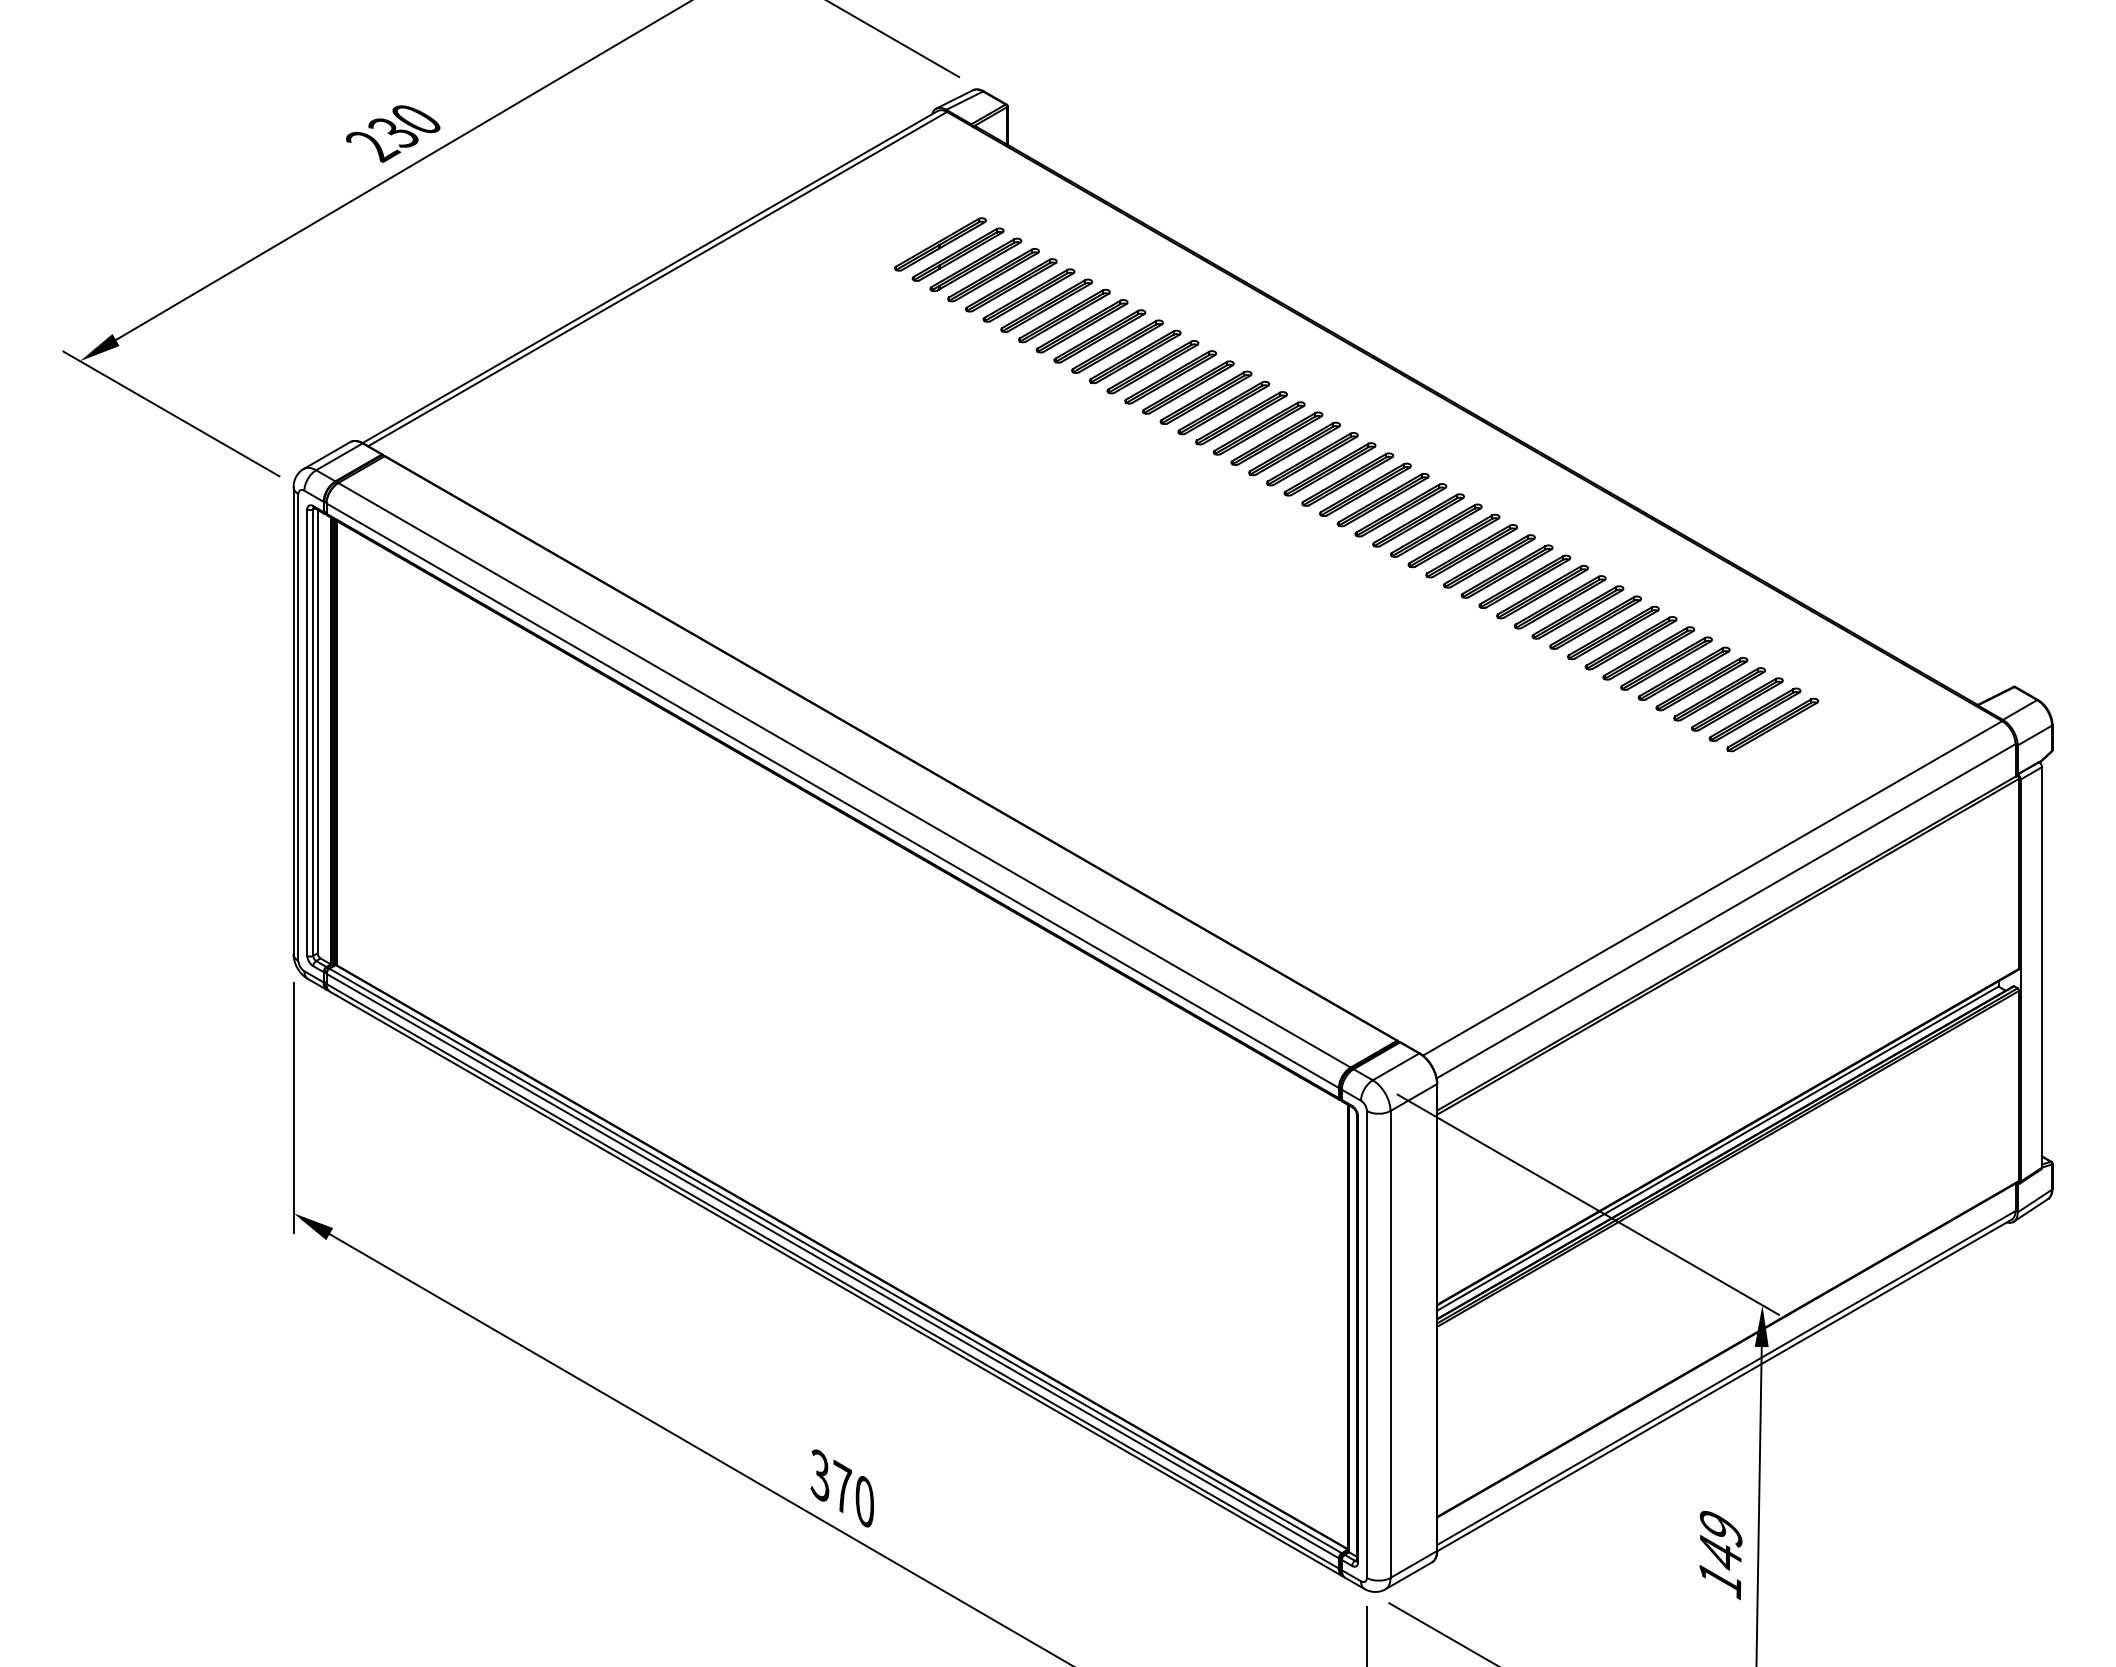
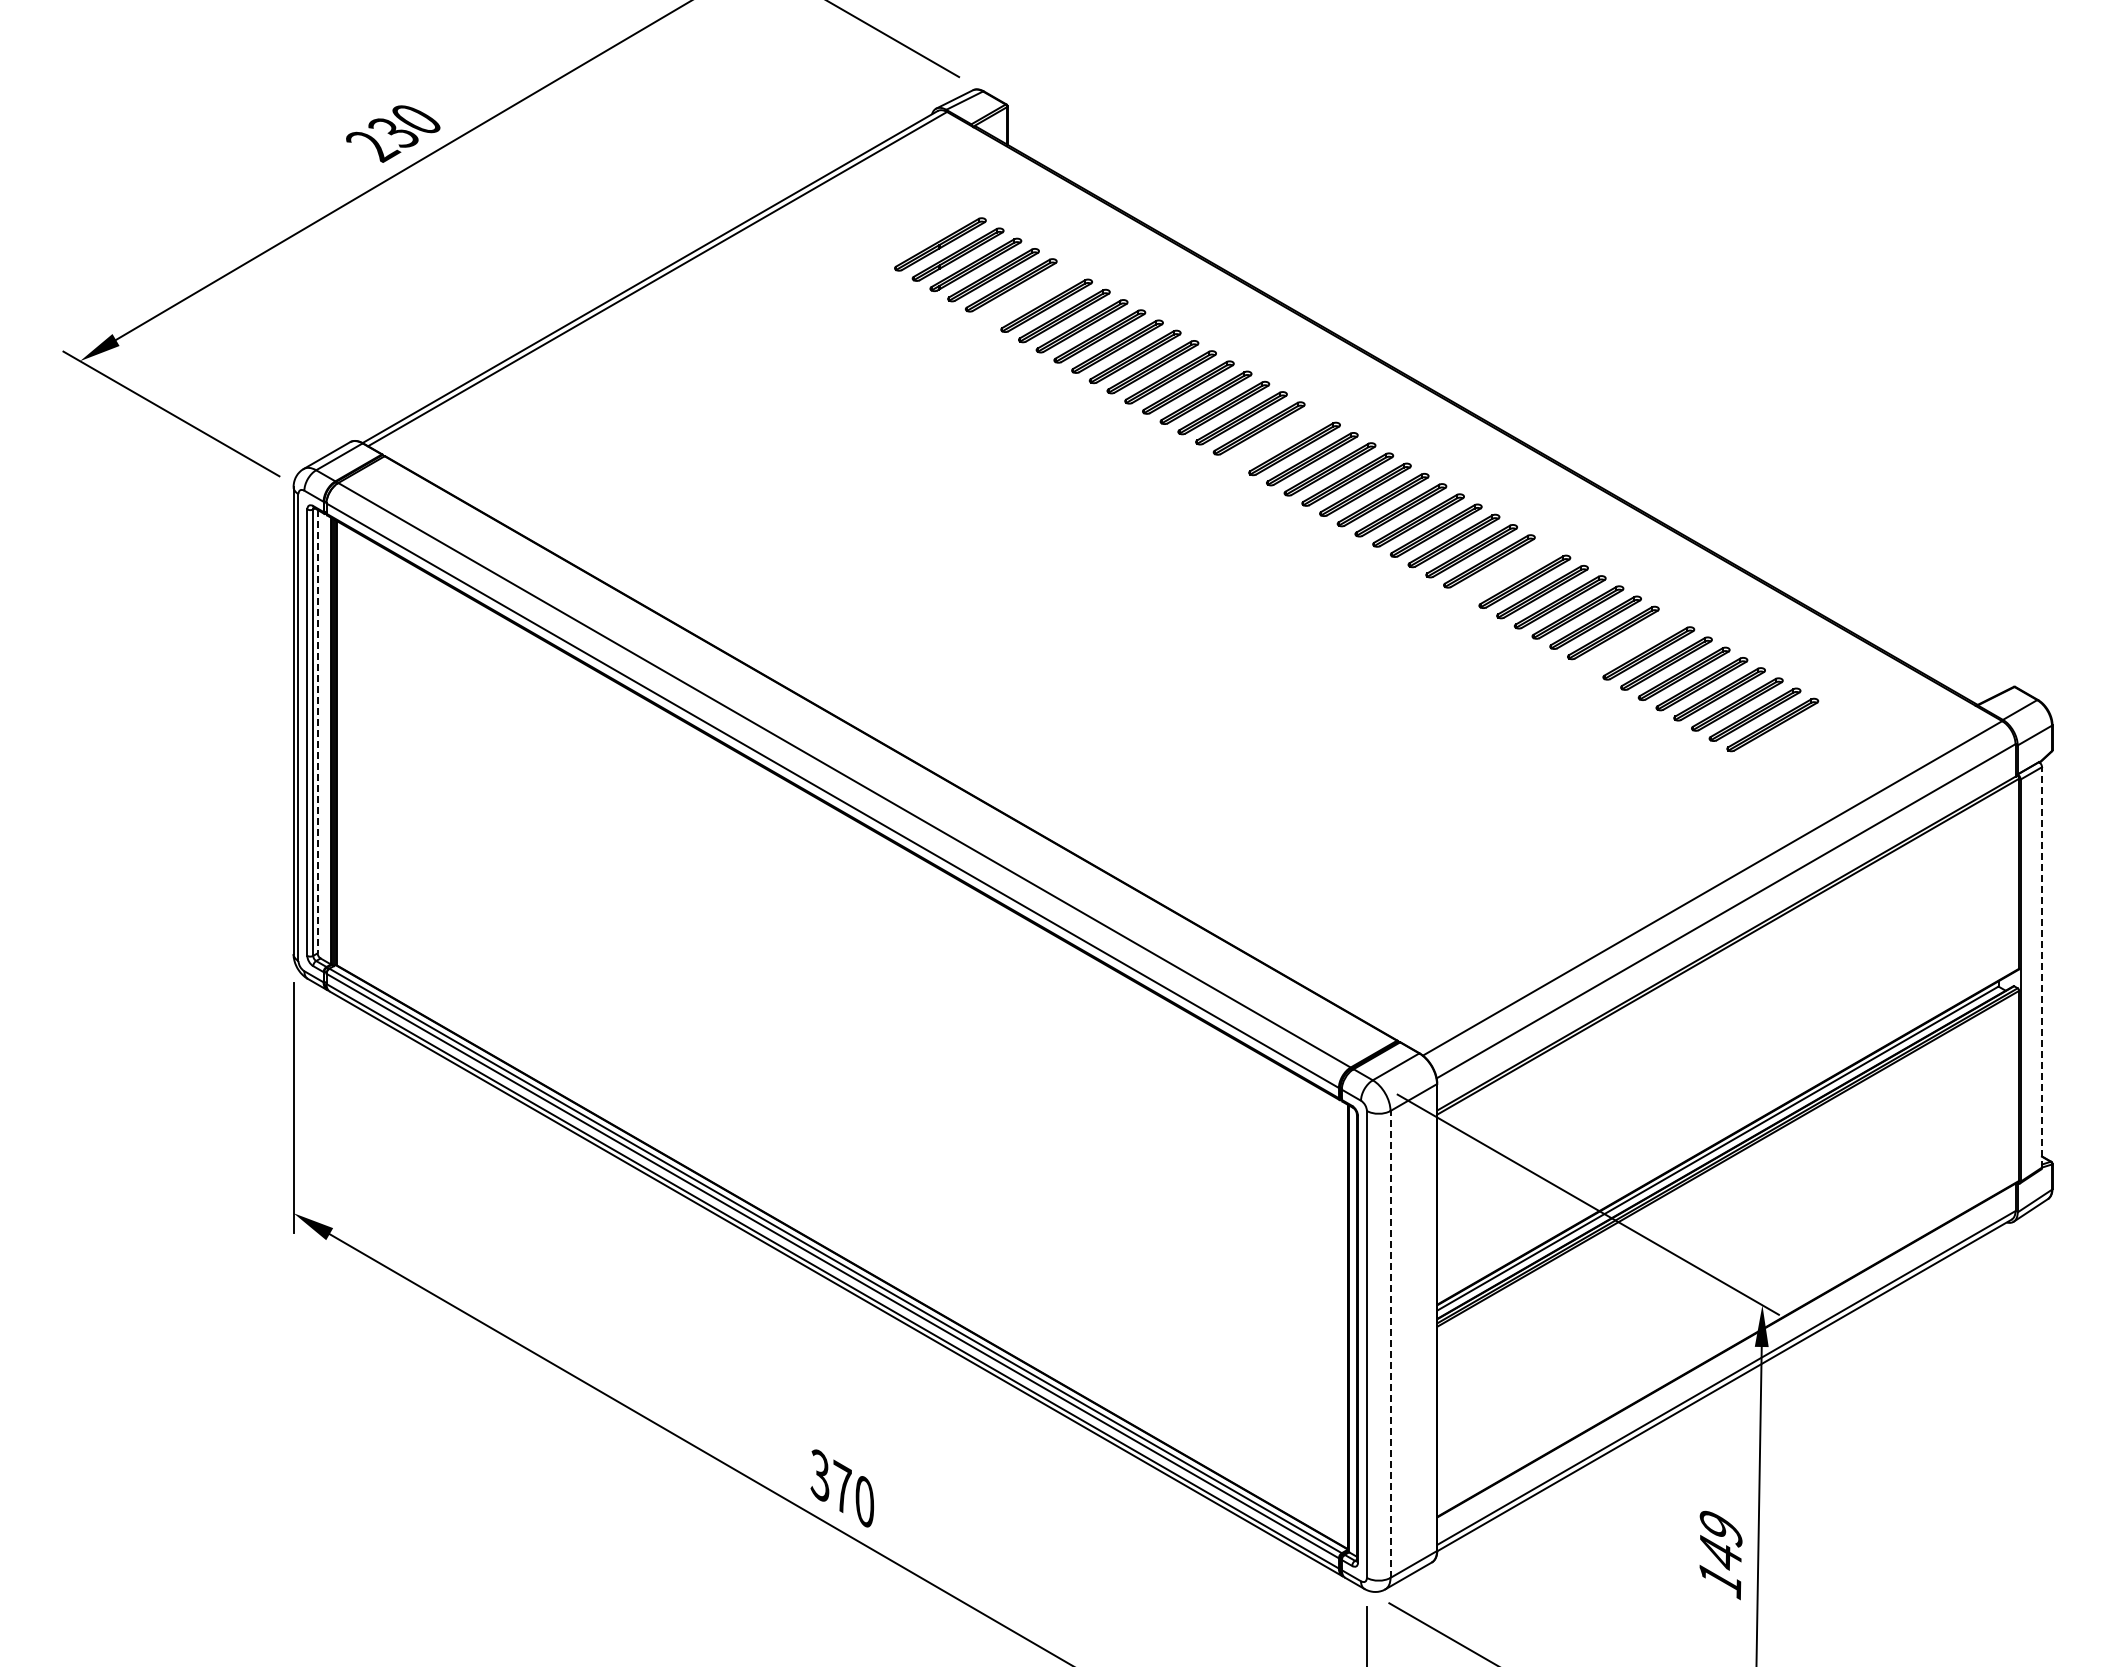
part at (1028, 295): present -> none
part at (1276, 438): present -> none
part at (1506, 571): present -> none
part at (1630, 643): present -> none
line at (317, 731): solid -> dashed
line at (2042, 966): solid -> dashed
line at (1390, 1343): solid -> dashed
